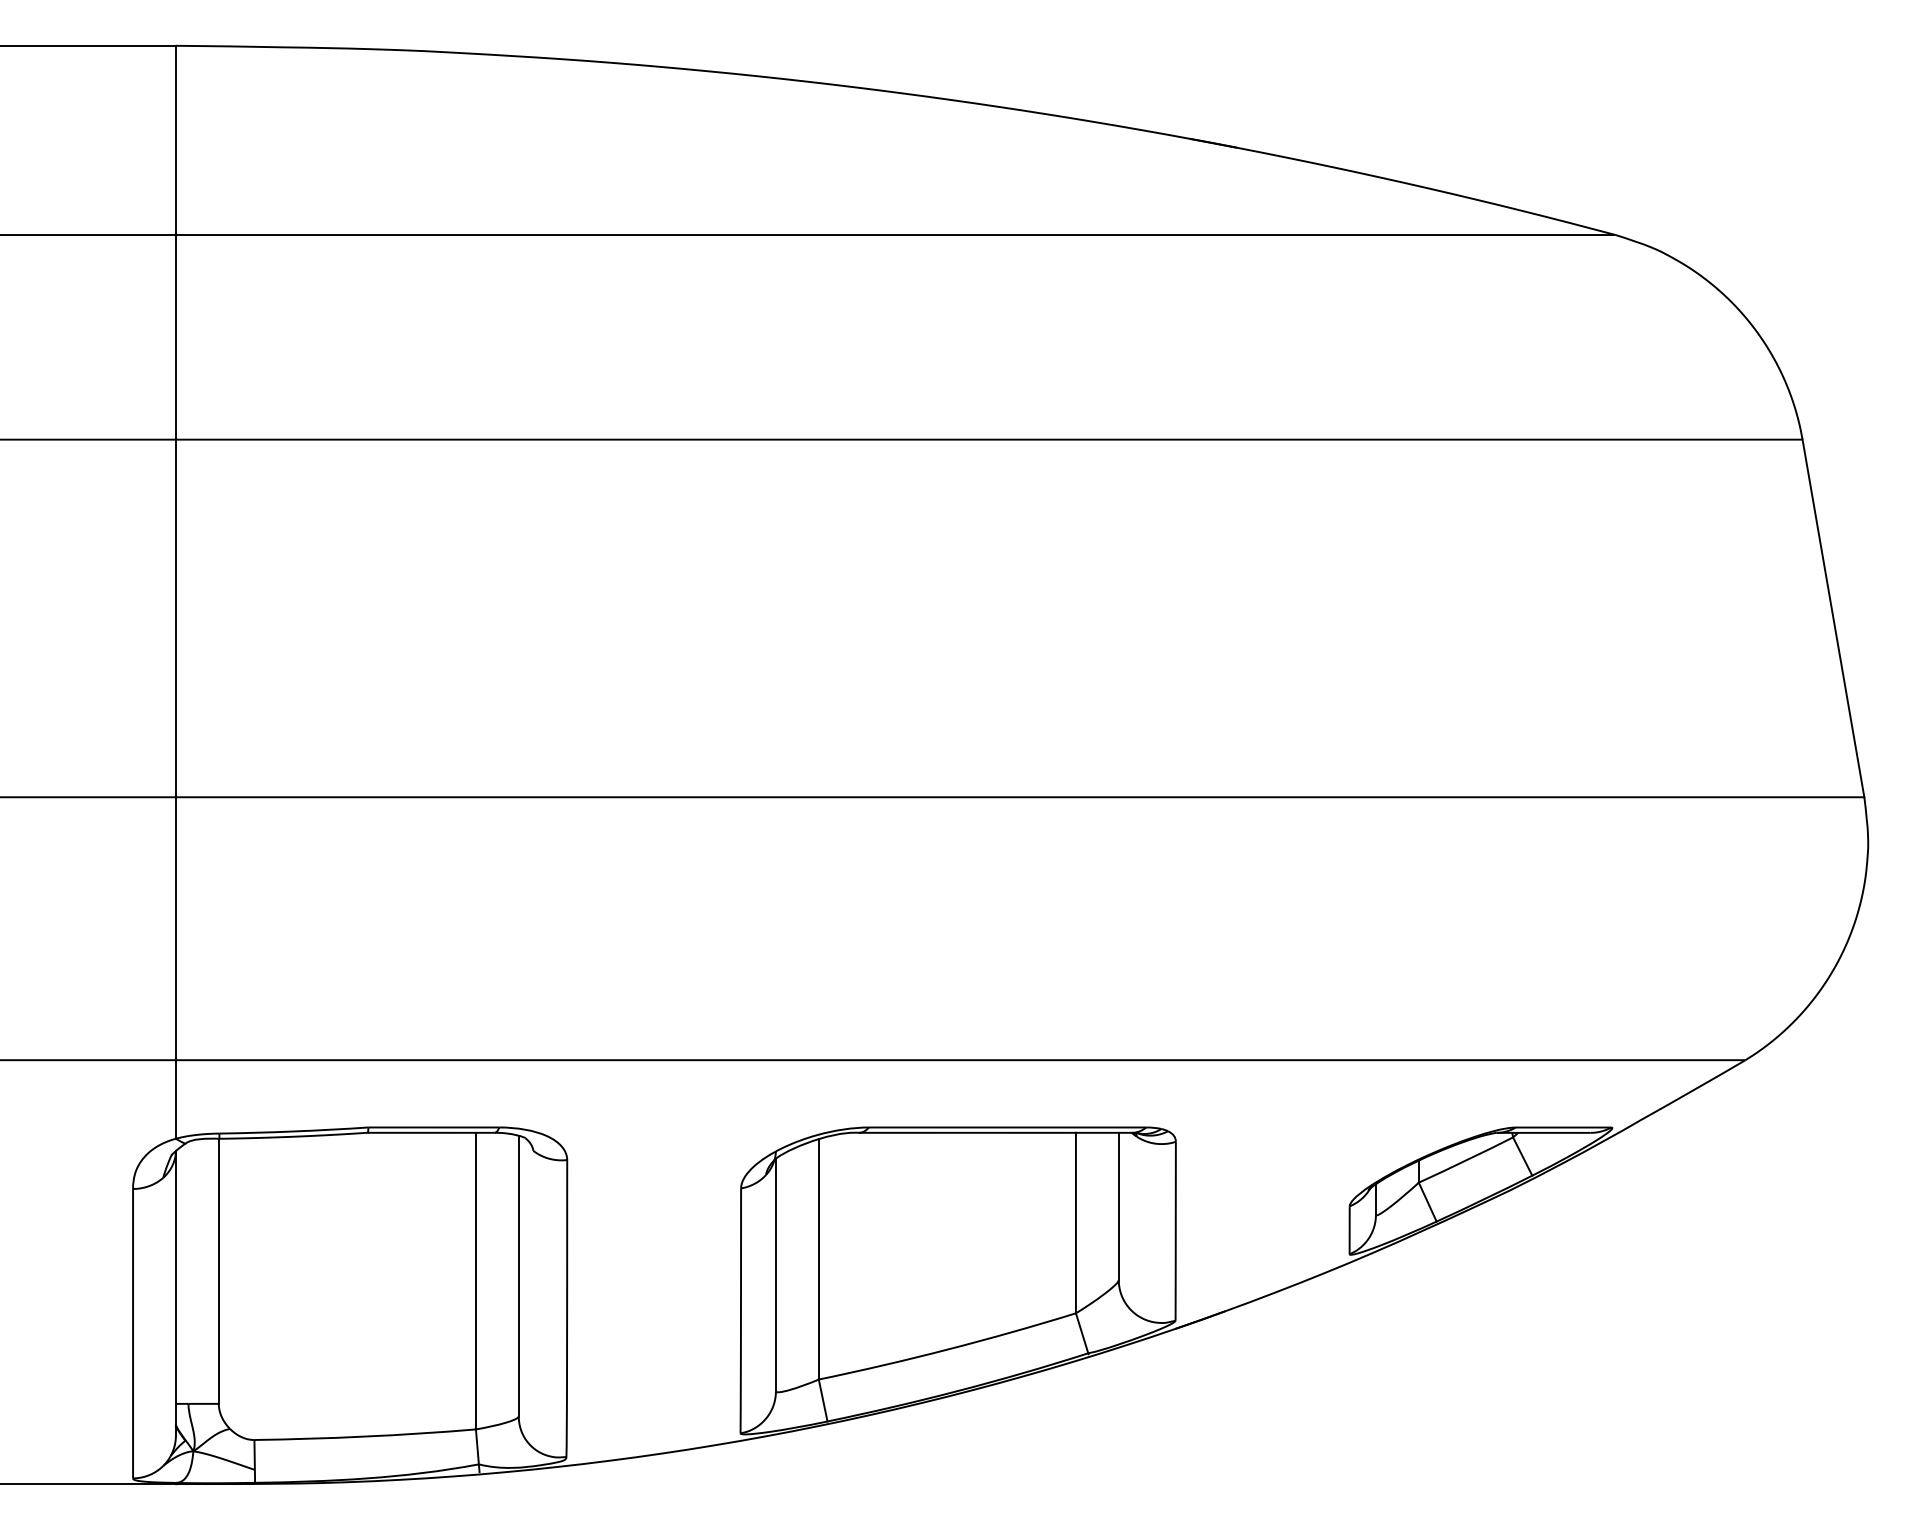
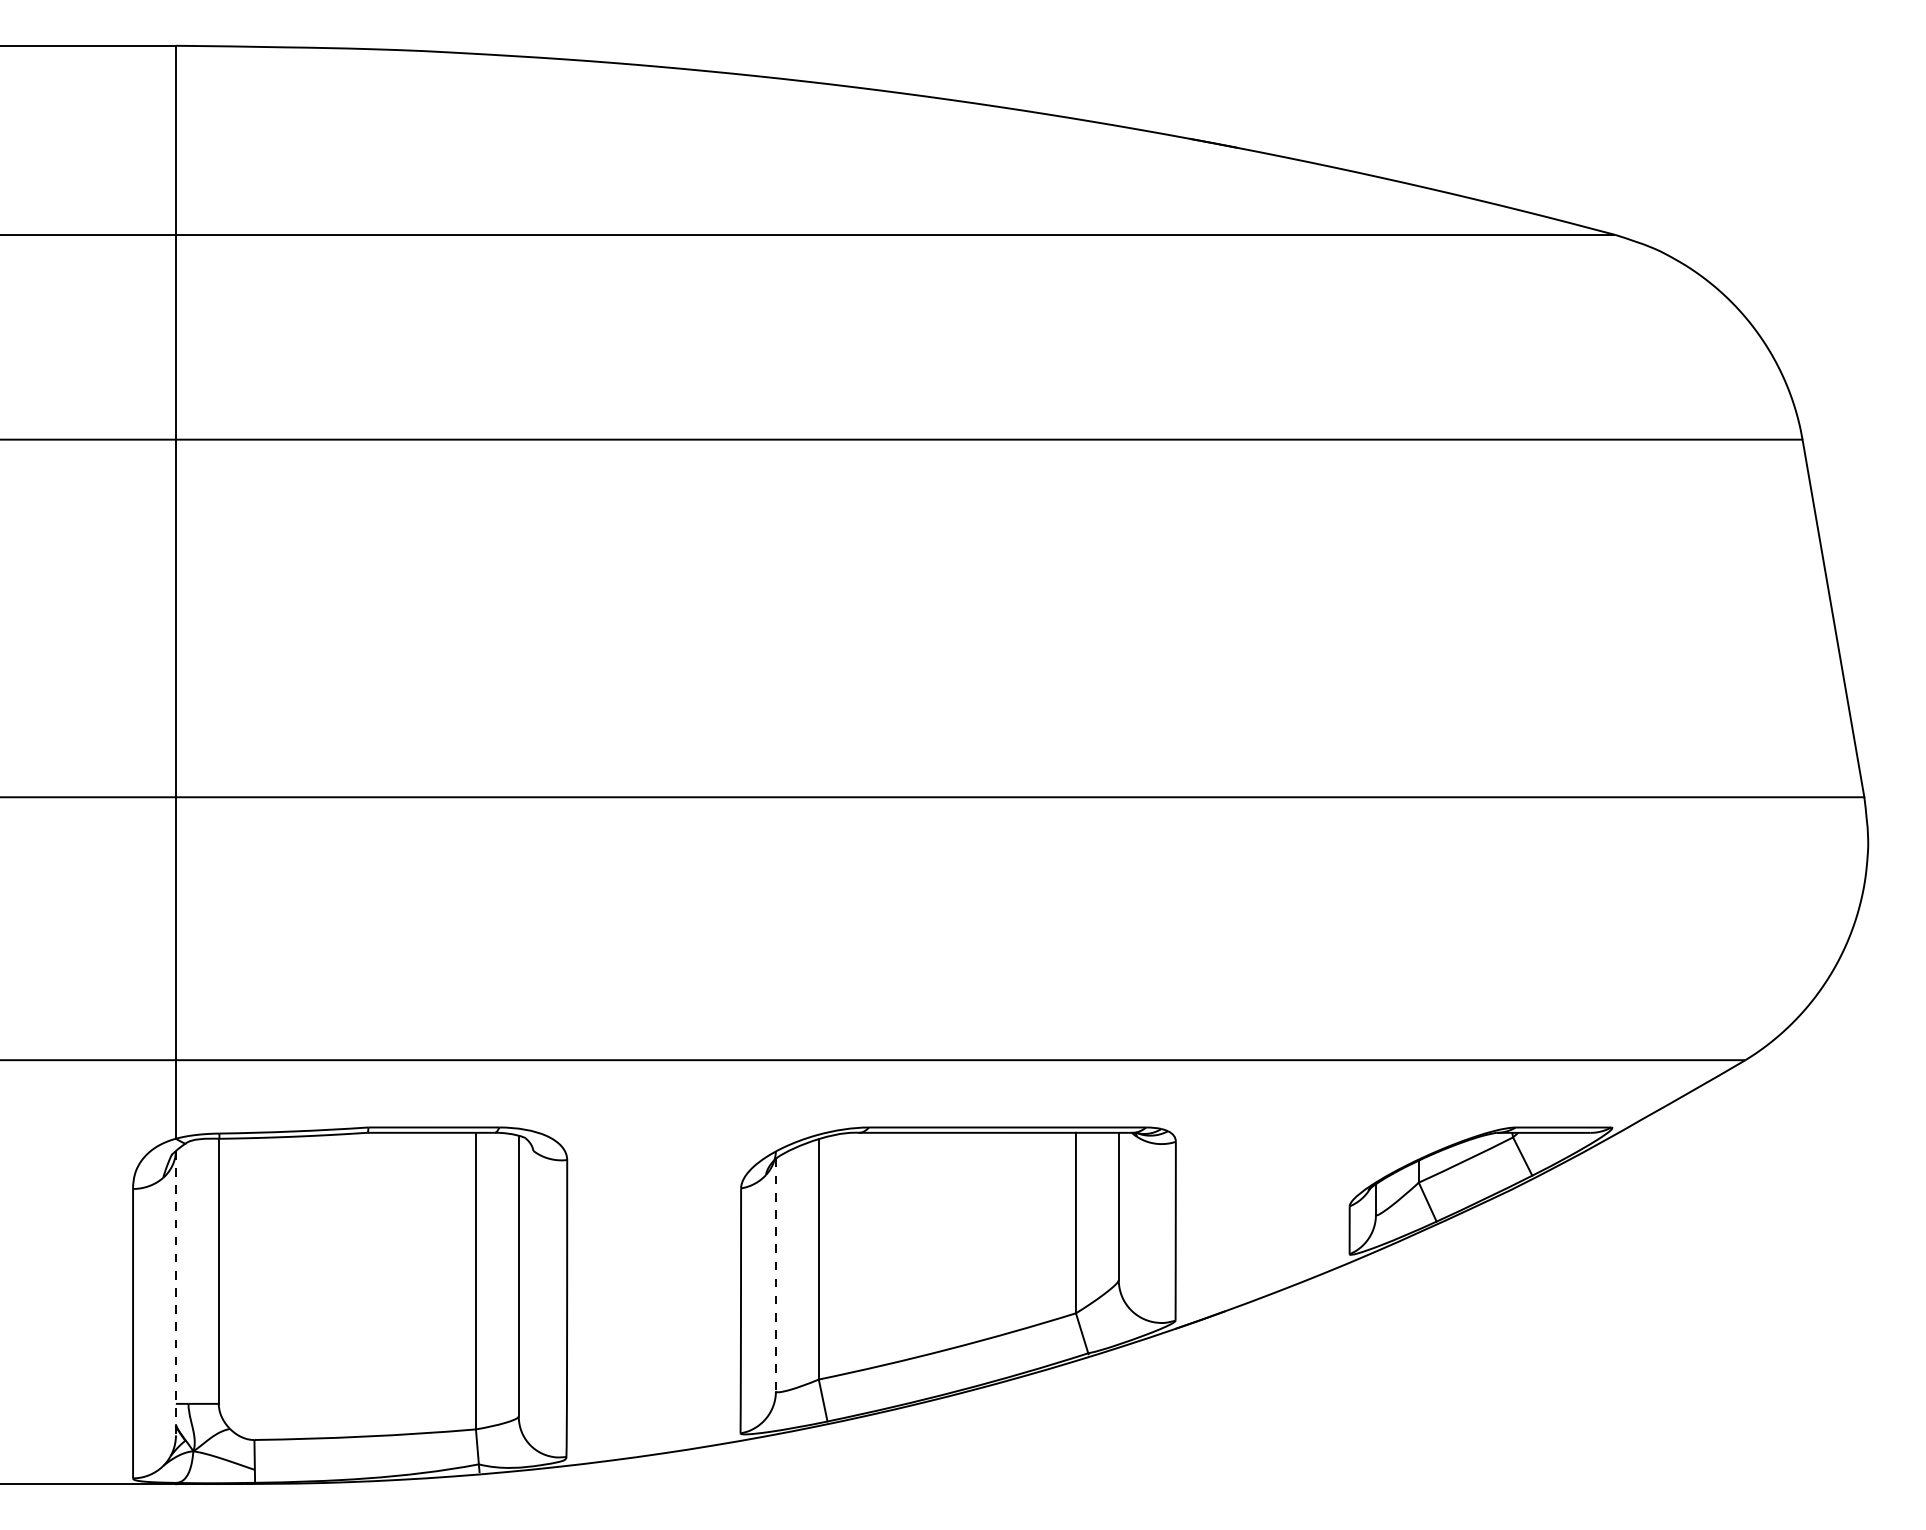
line at (775, 1275): solid -> dashed
line at (175, 1293): solid -> dashed
